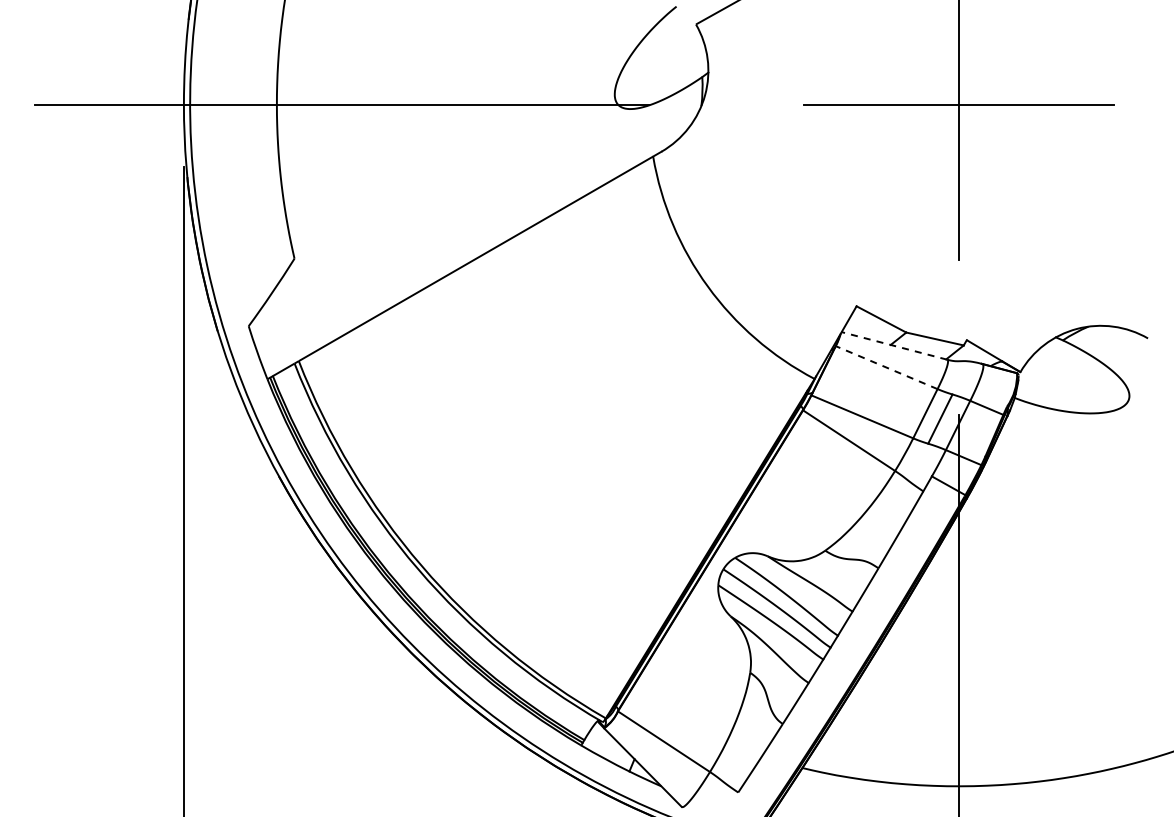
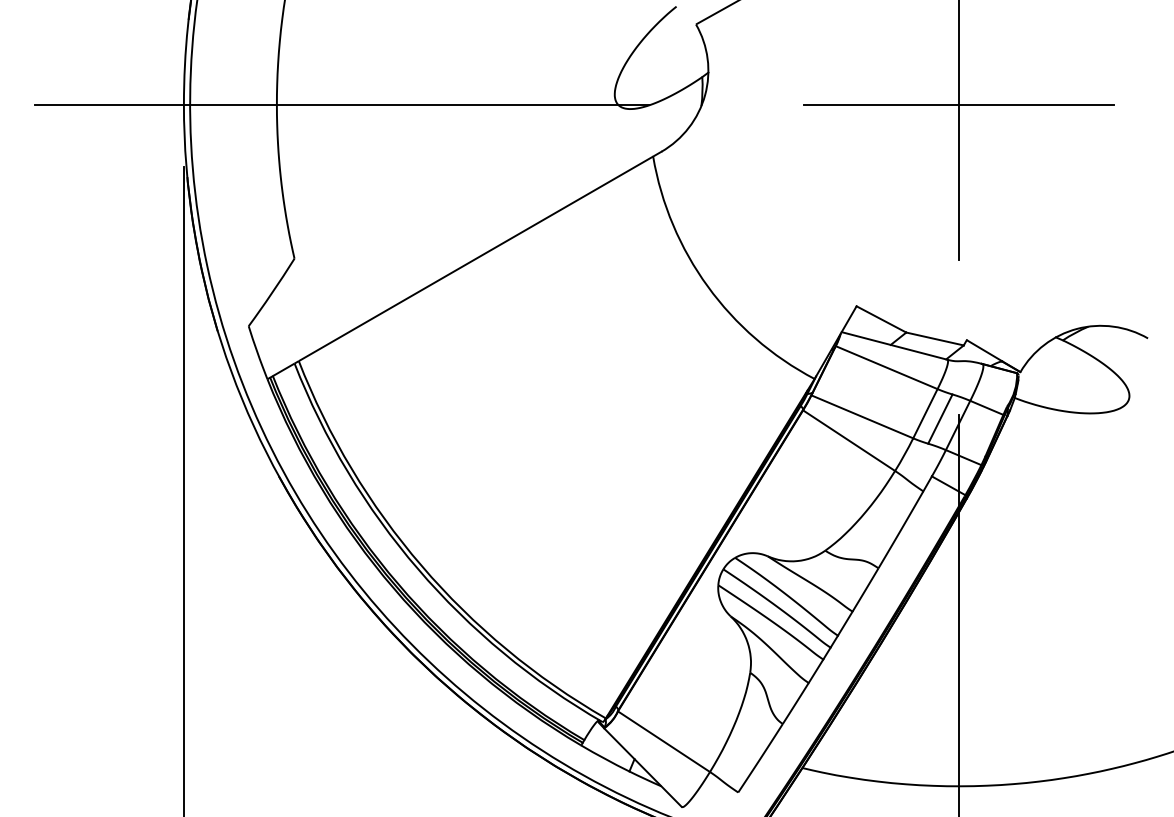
line at (894, 345): dashed -> solid
line at (886, 367): dashed -> solid
